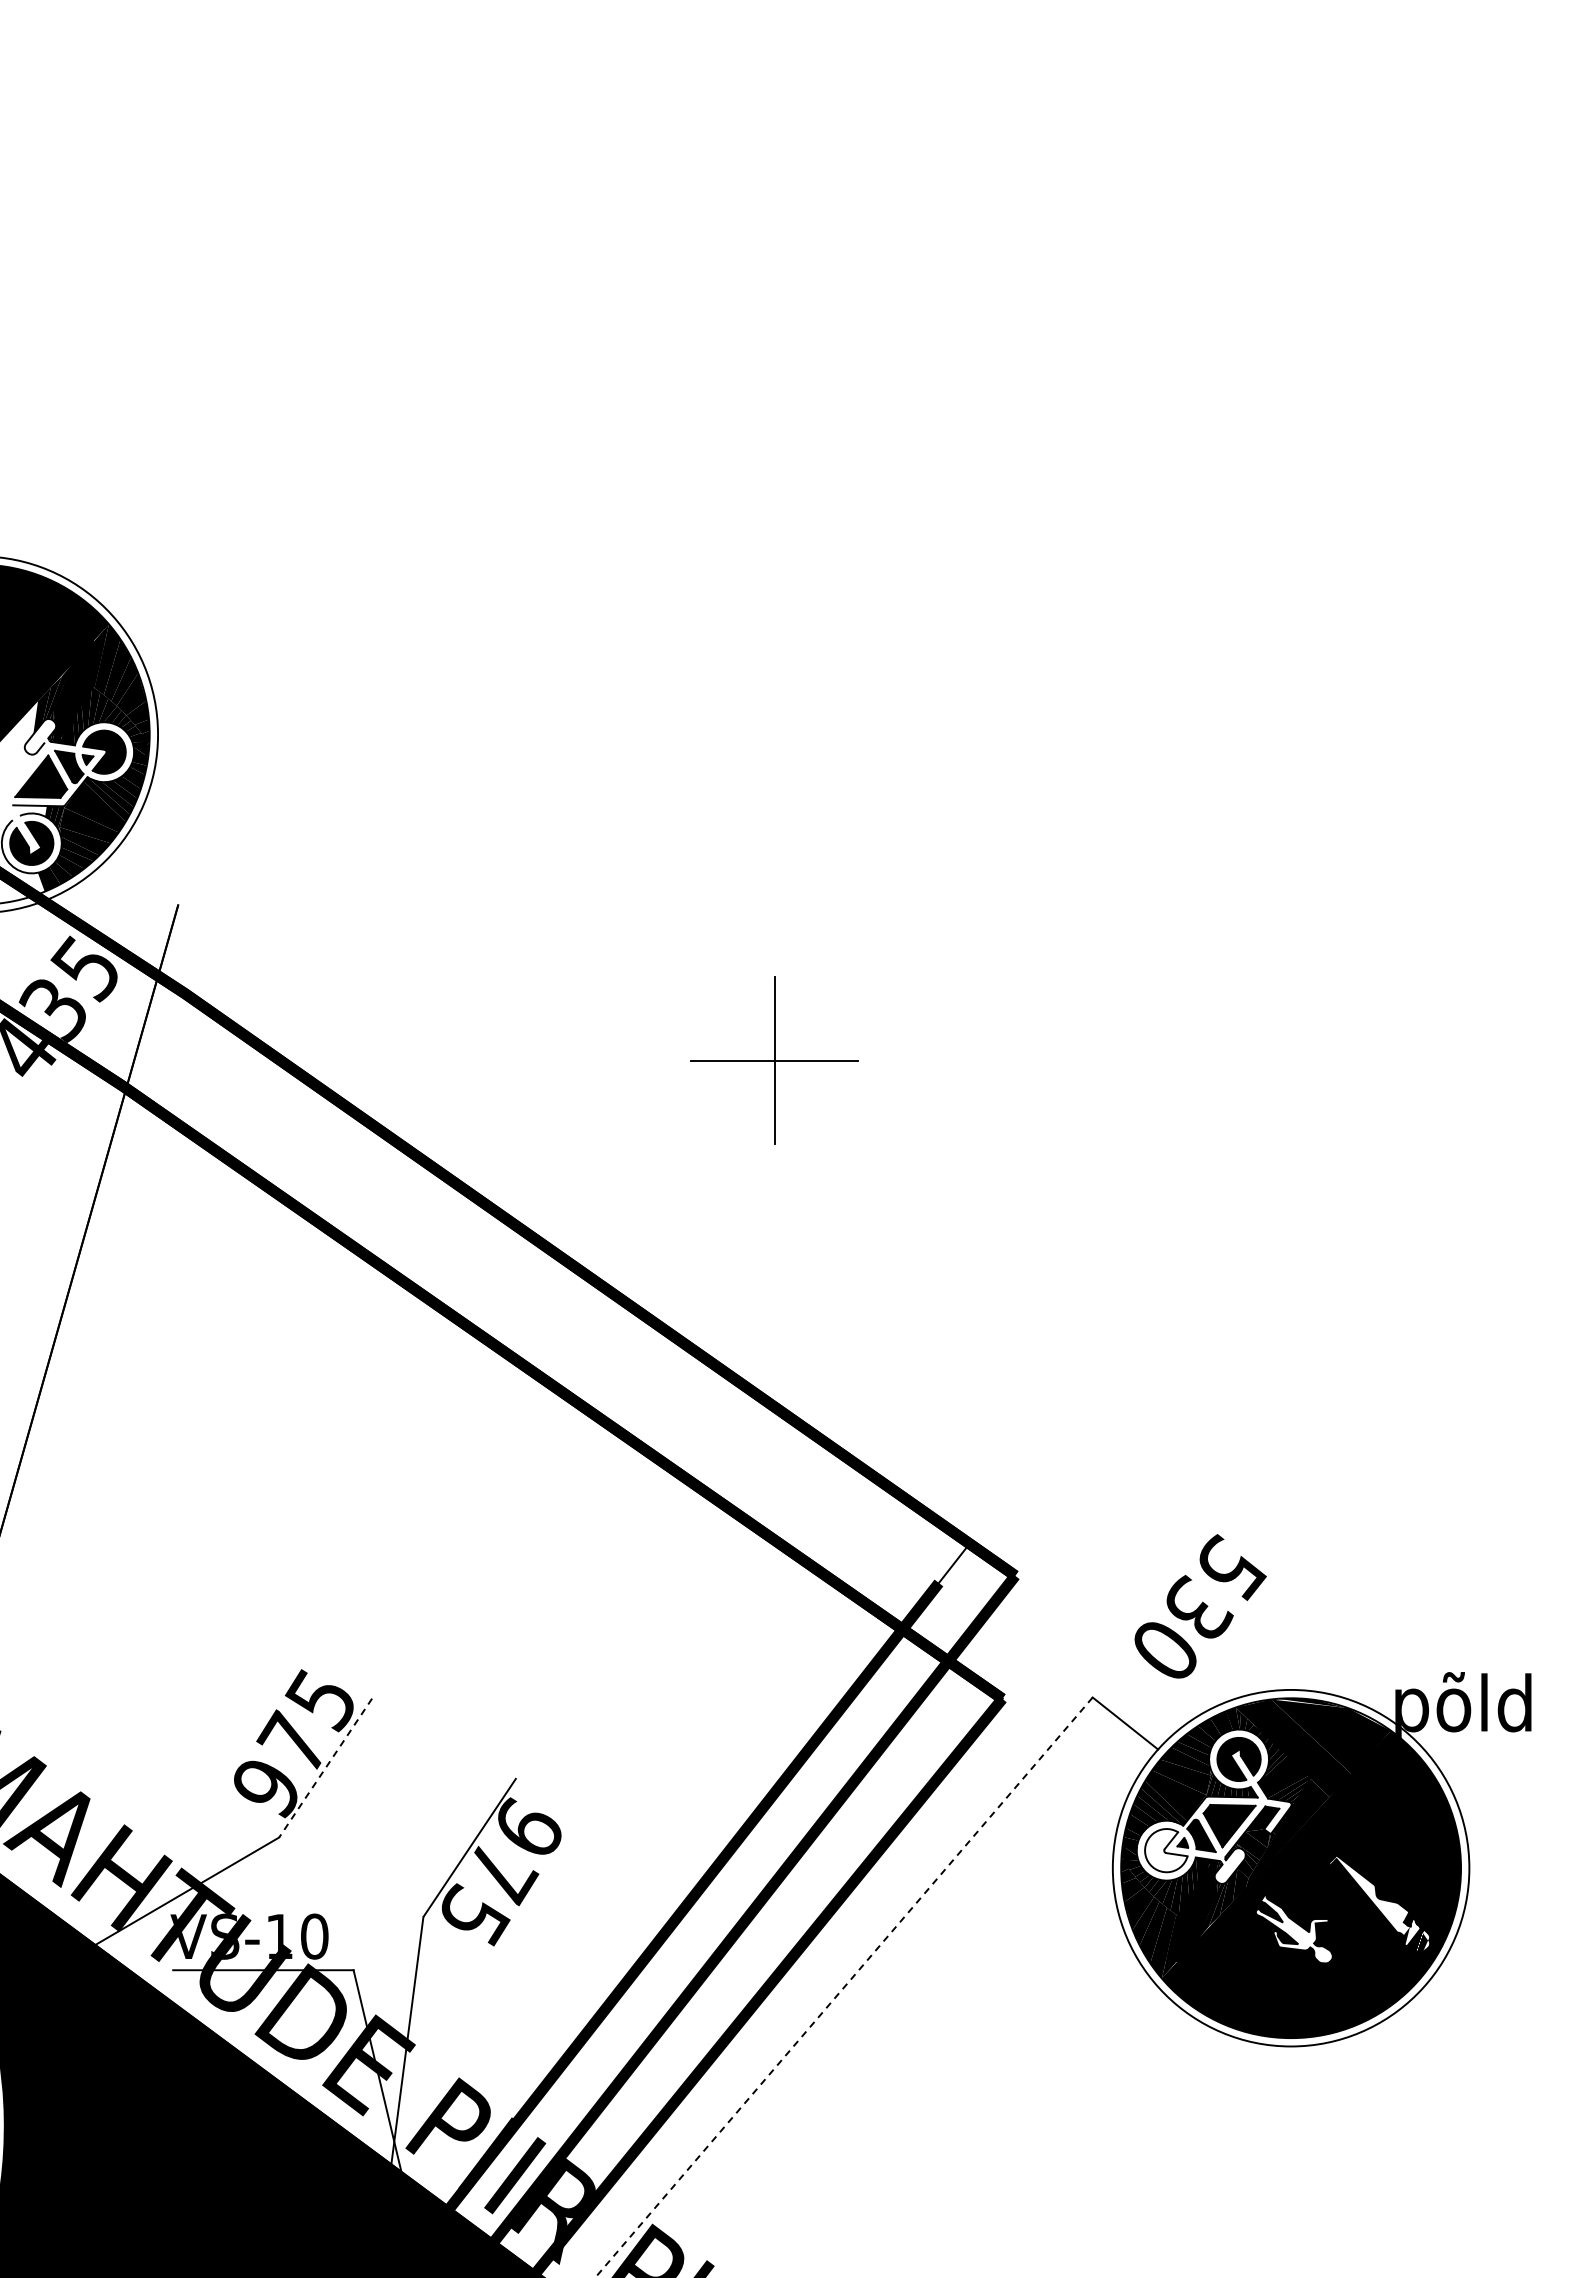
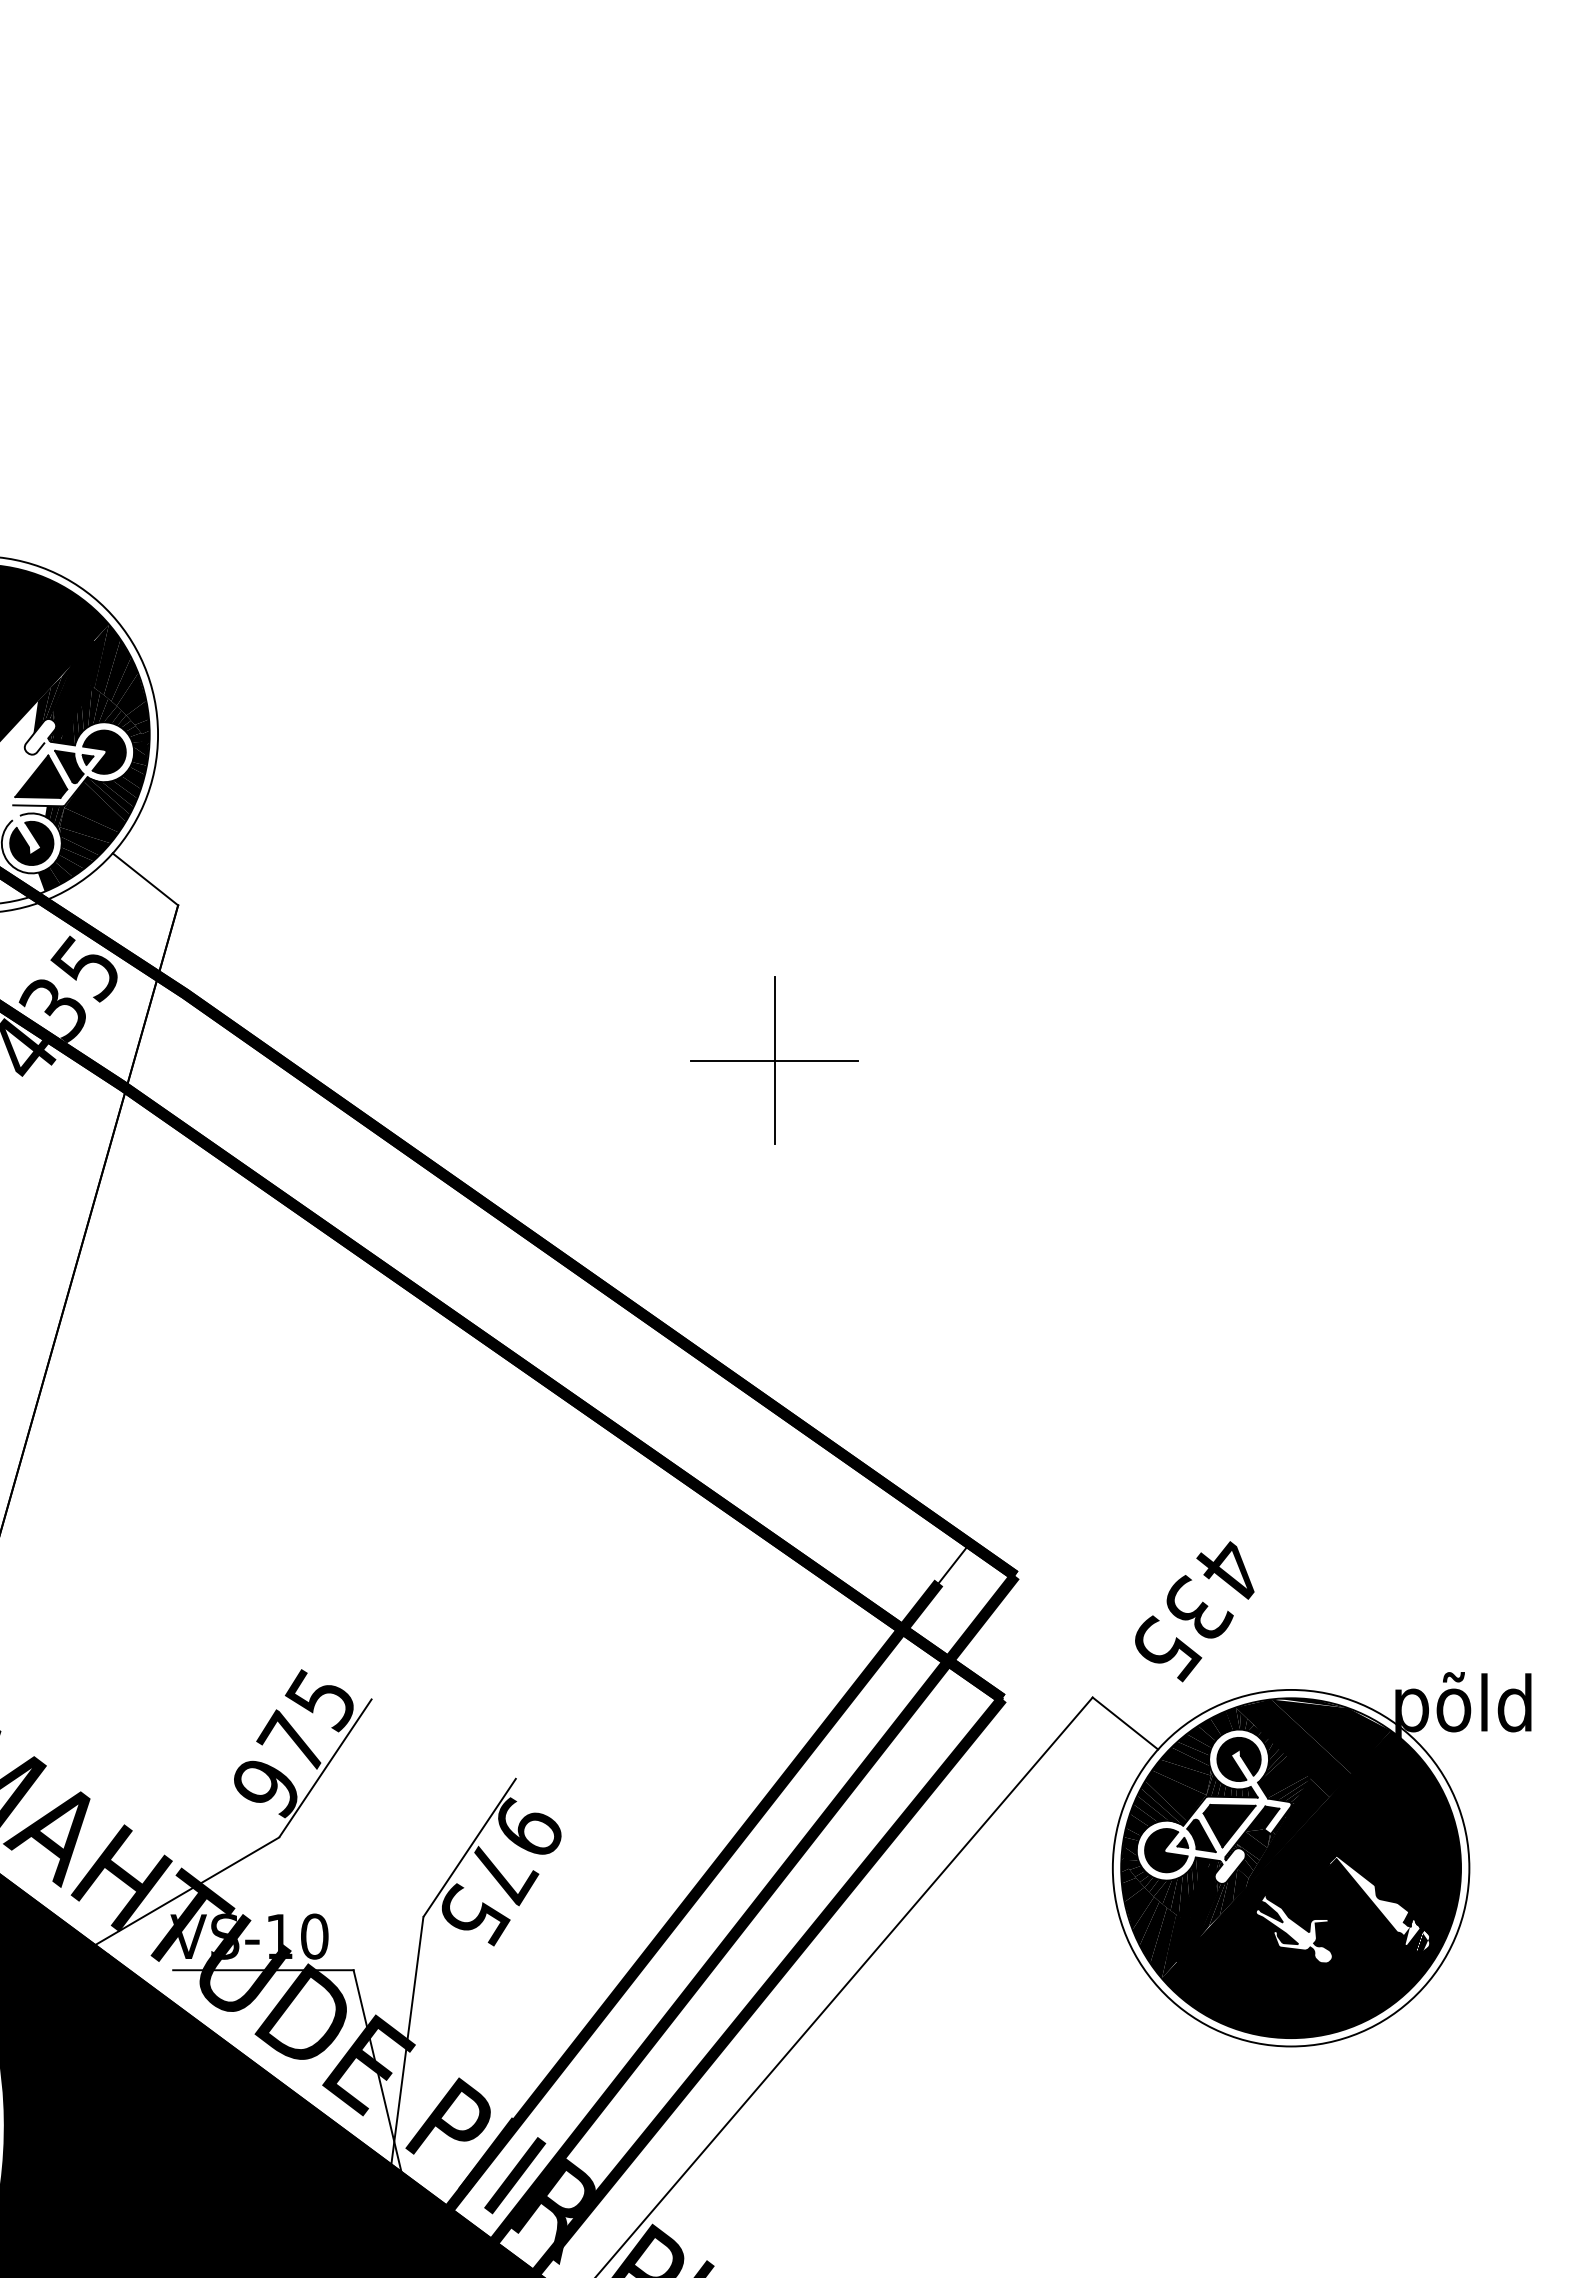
line at (145, 879): none -> present
text at (1200, 1608): 530 -> 435
line at (325, 1768): dashed -> solid
fill at (1166, 1850): none -> present
line at (844, 1987): dashed -> solid
